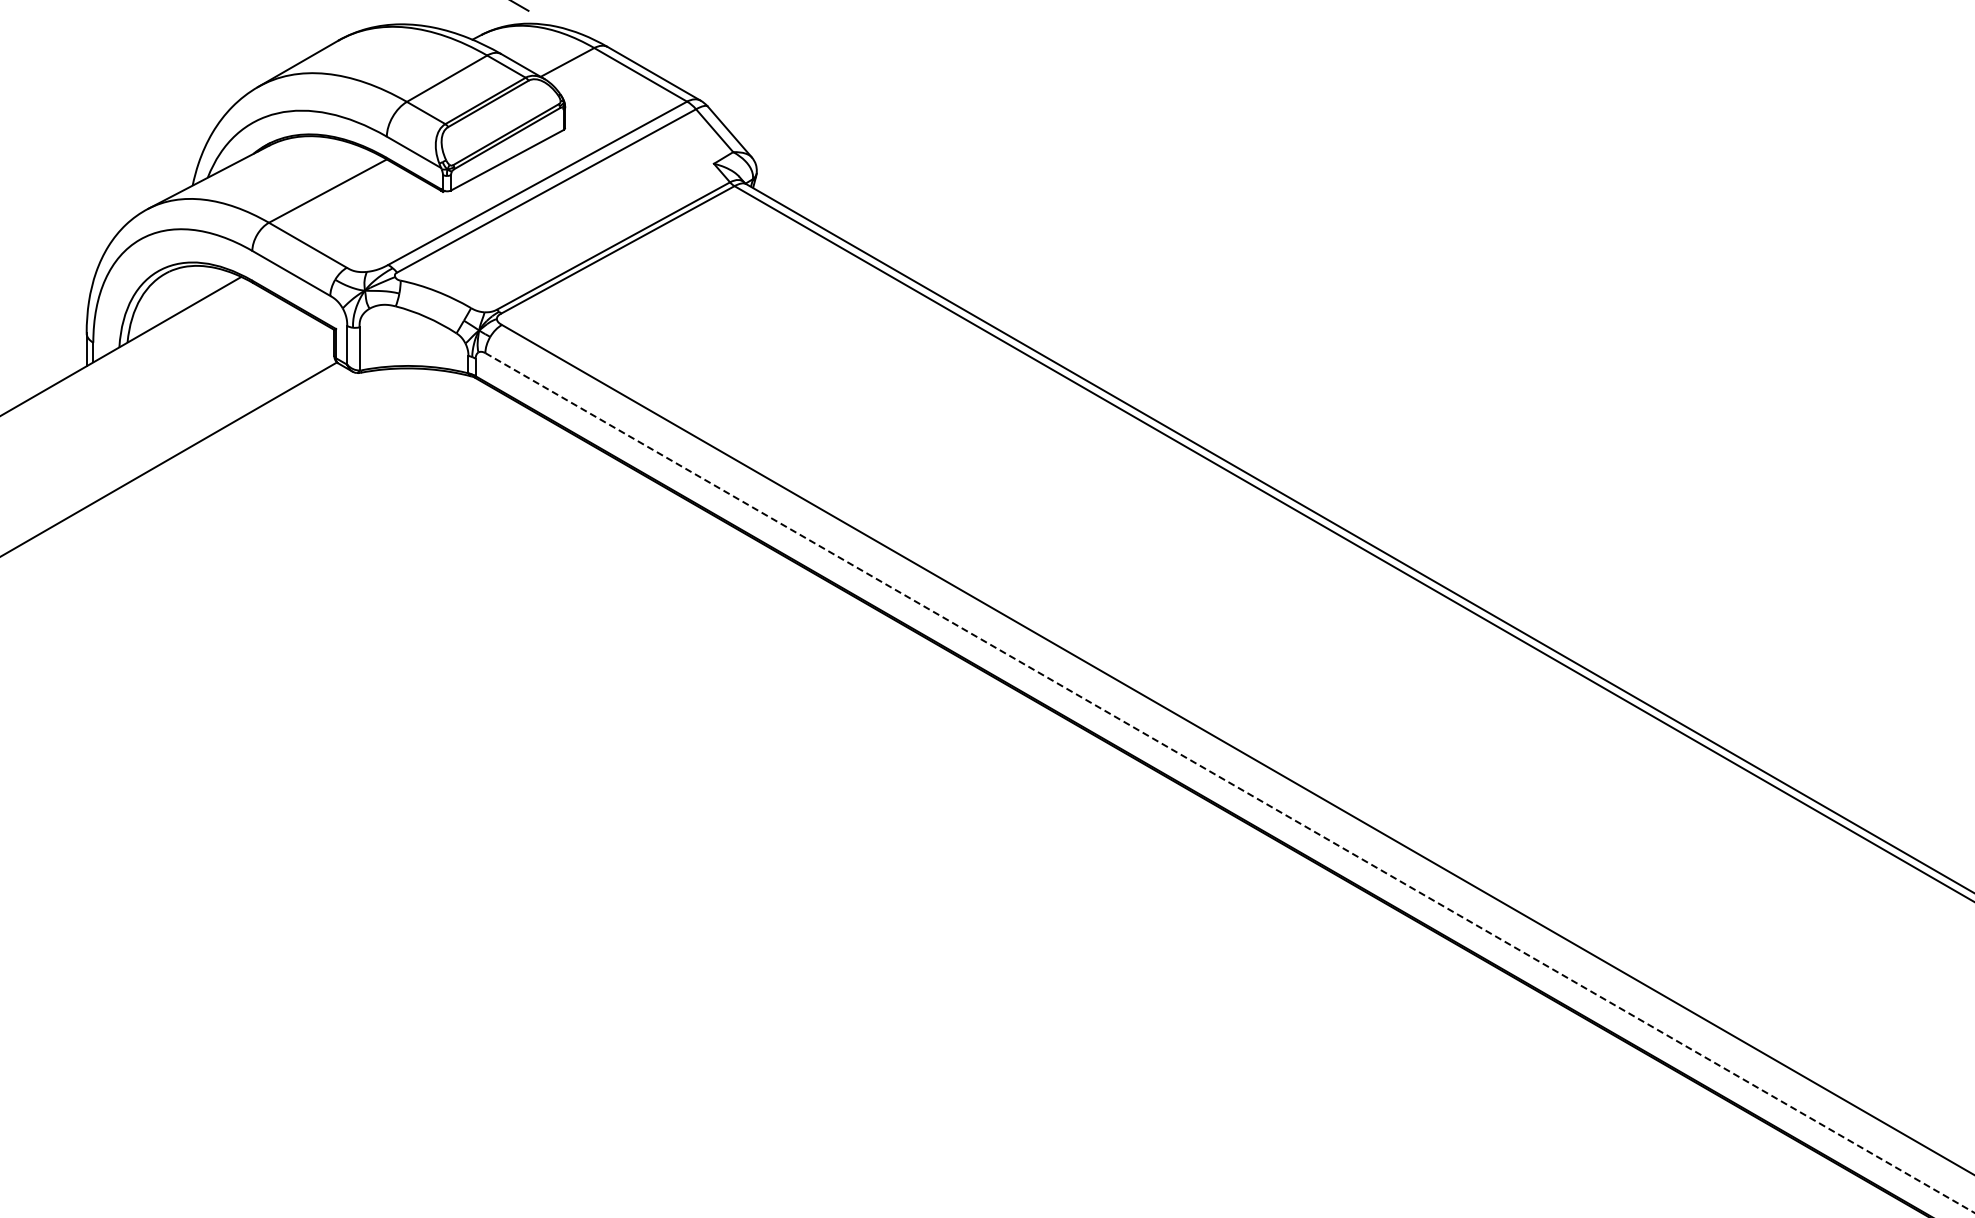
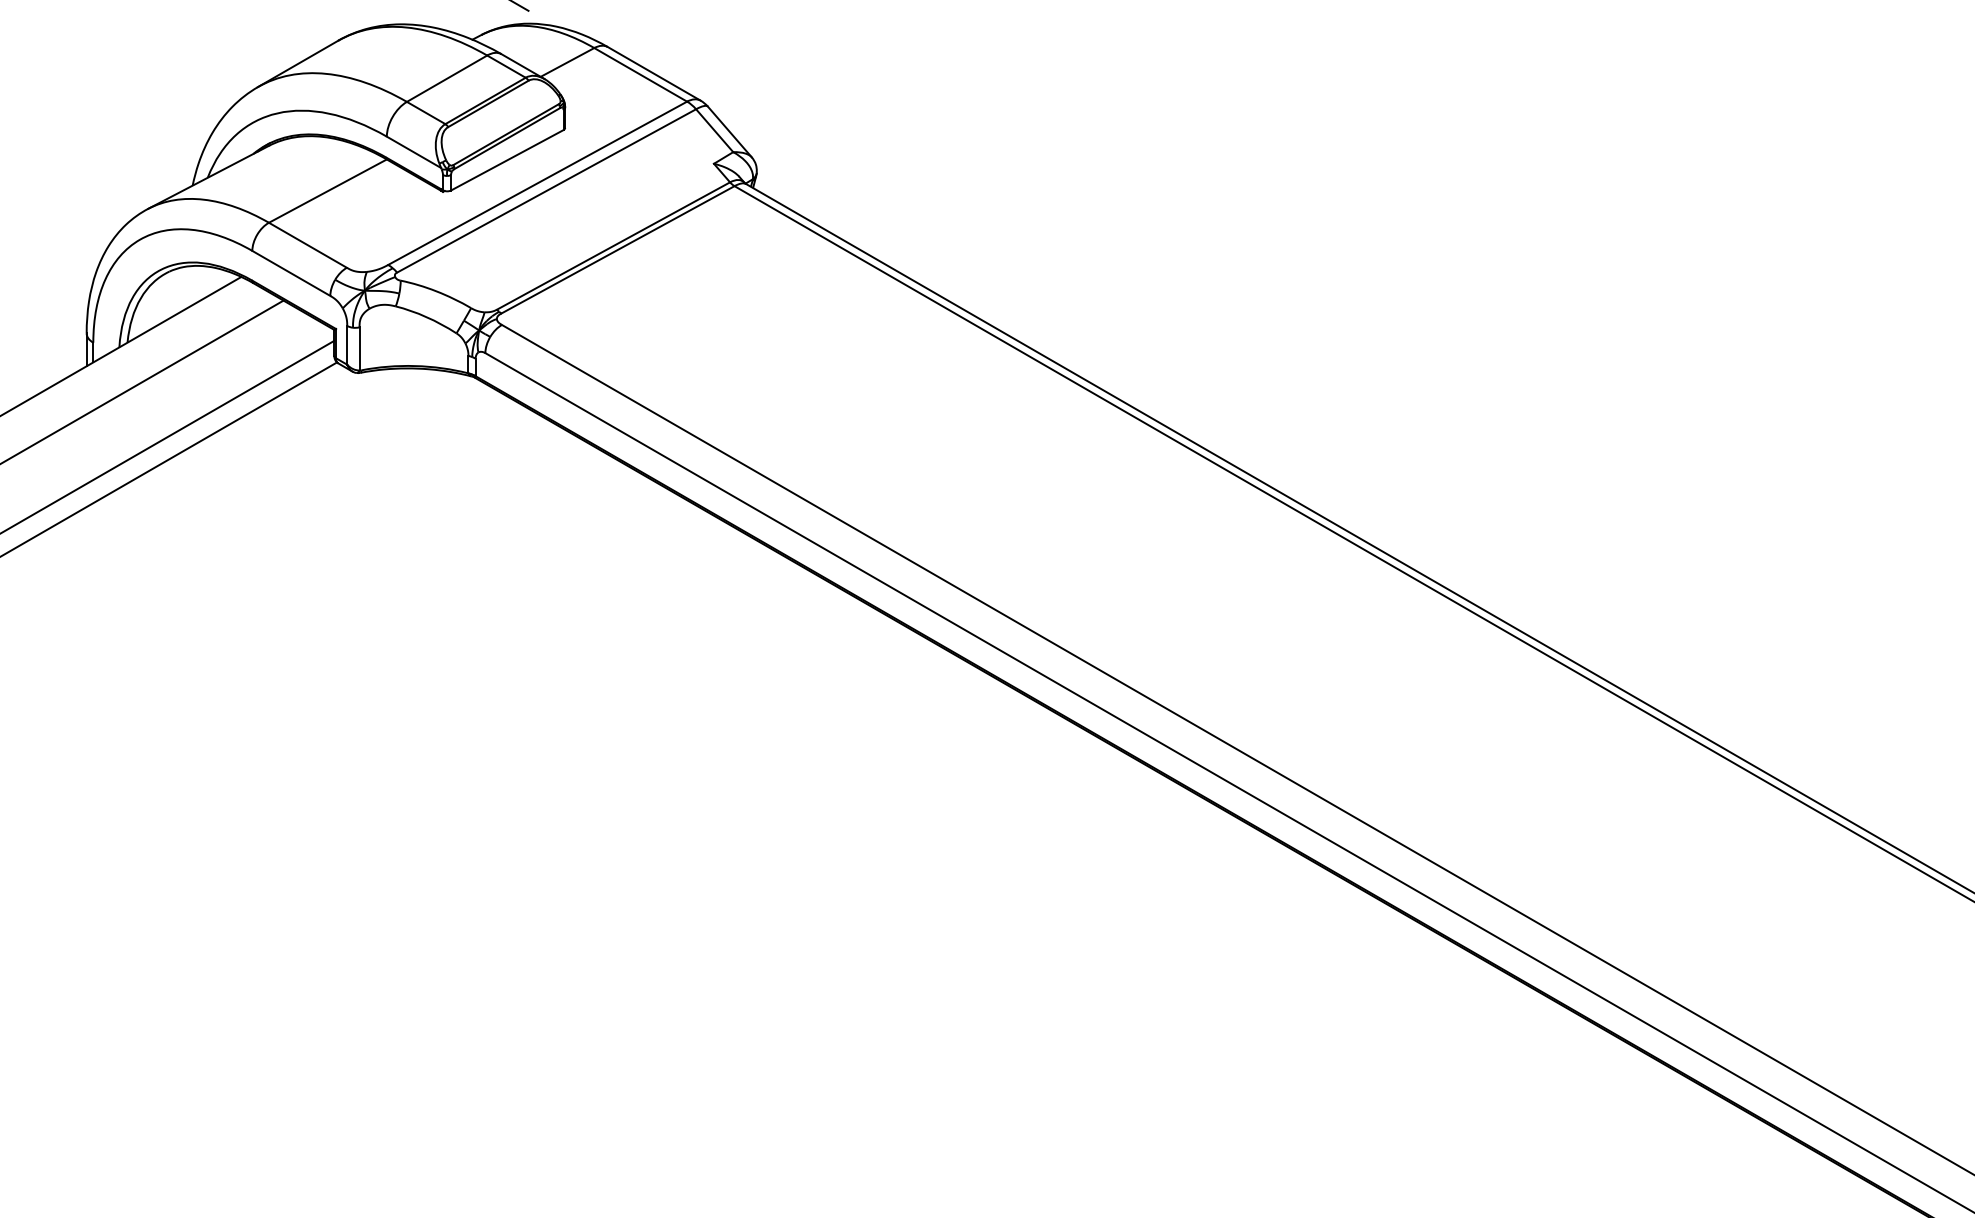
line at (142, 381): none -> present
line at (168, 436): none -> present
line at (1229, 783): dashed -> solid
